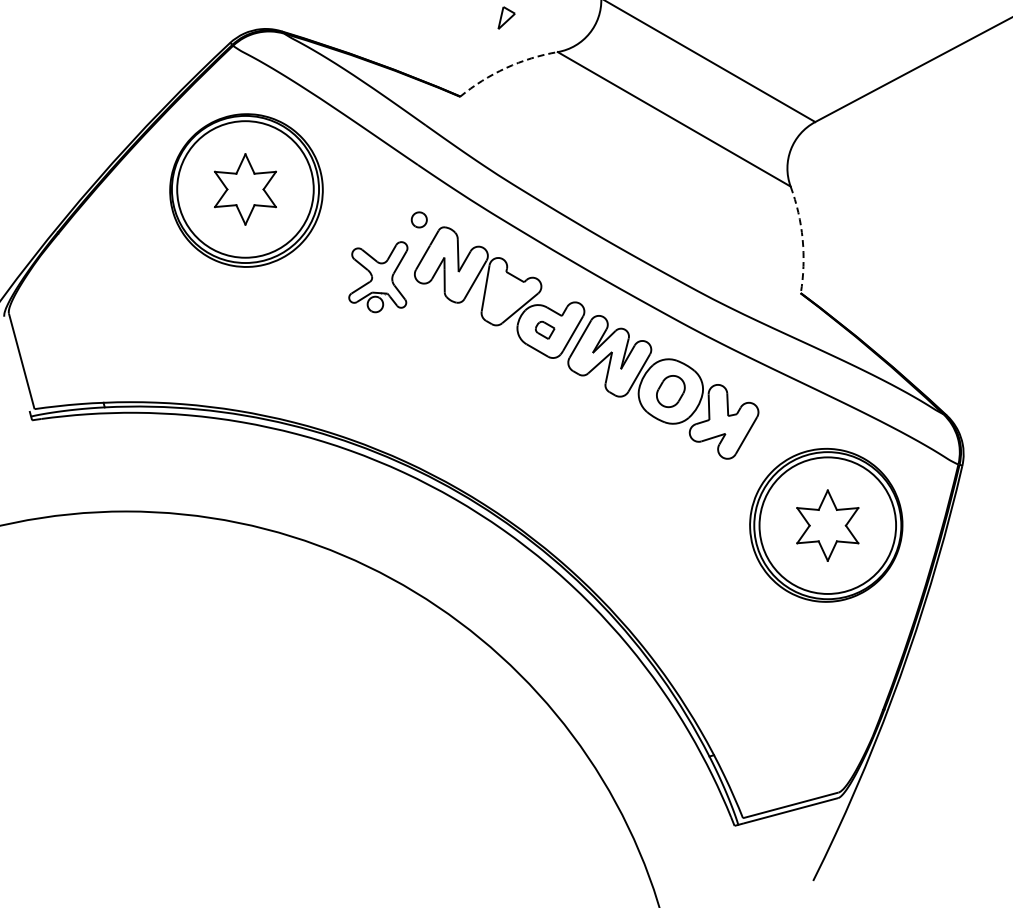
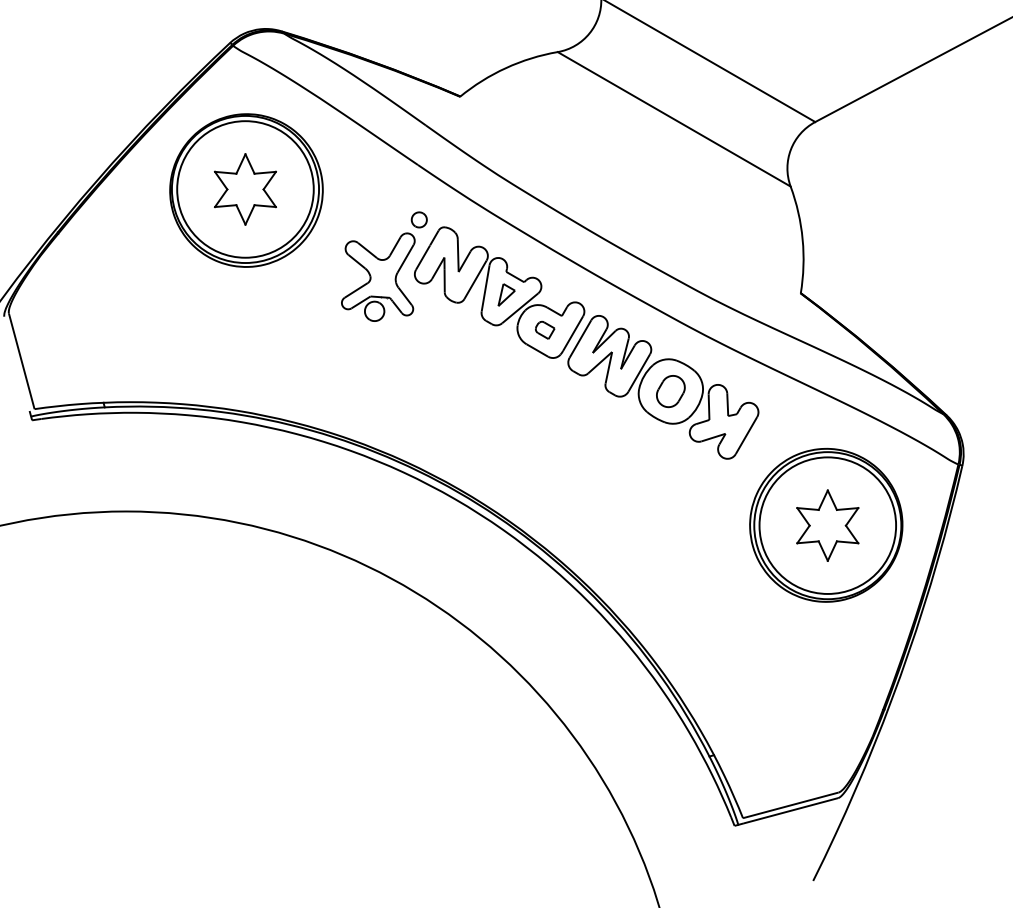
part at (506, 17) position: (506, 17) -> (506, 294)
arc at (506, 68): dashed -> solid
arc at (802, 239): dashed -> solid
part at (378, 277) size: 61x73 px -> 75x90 px
